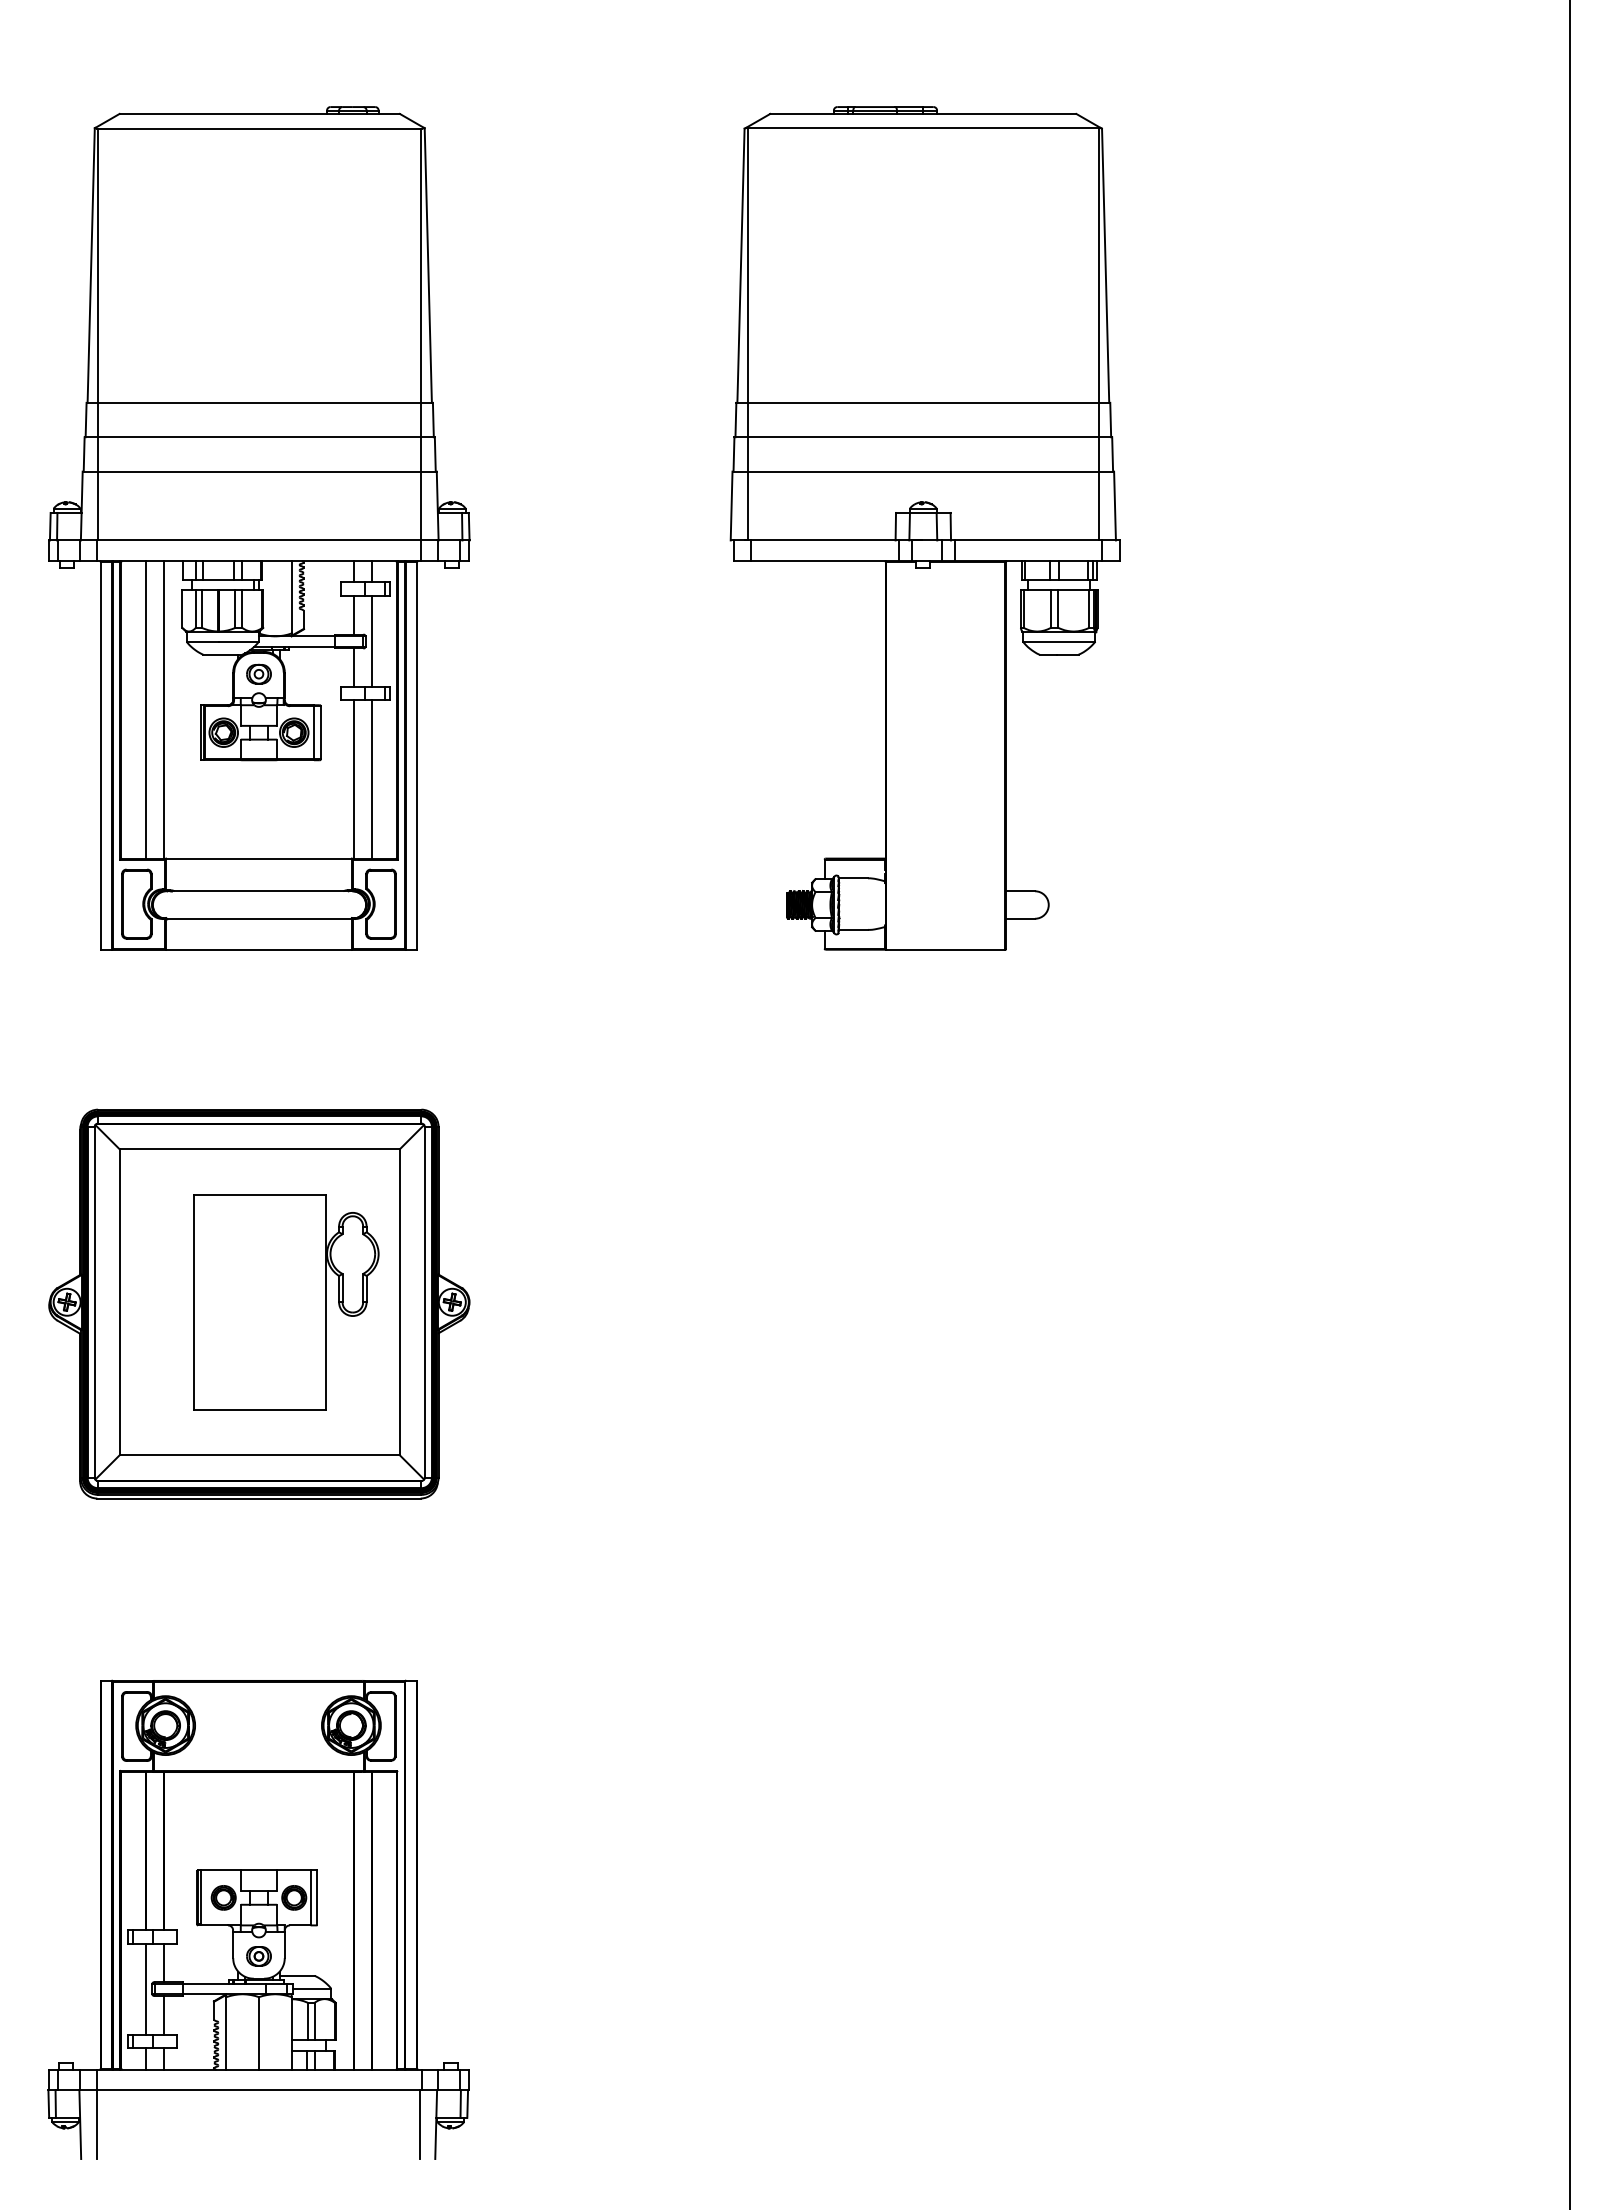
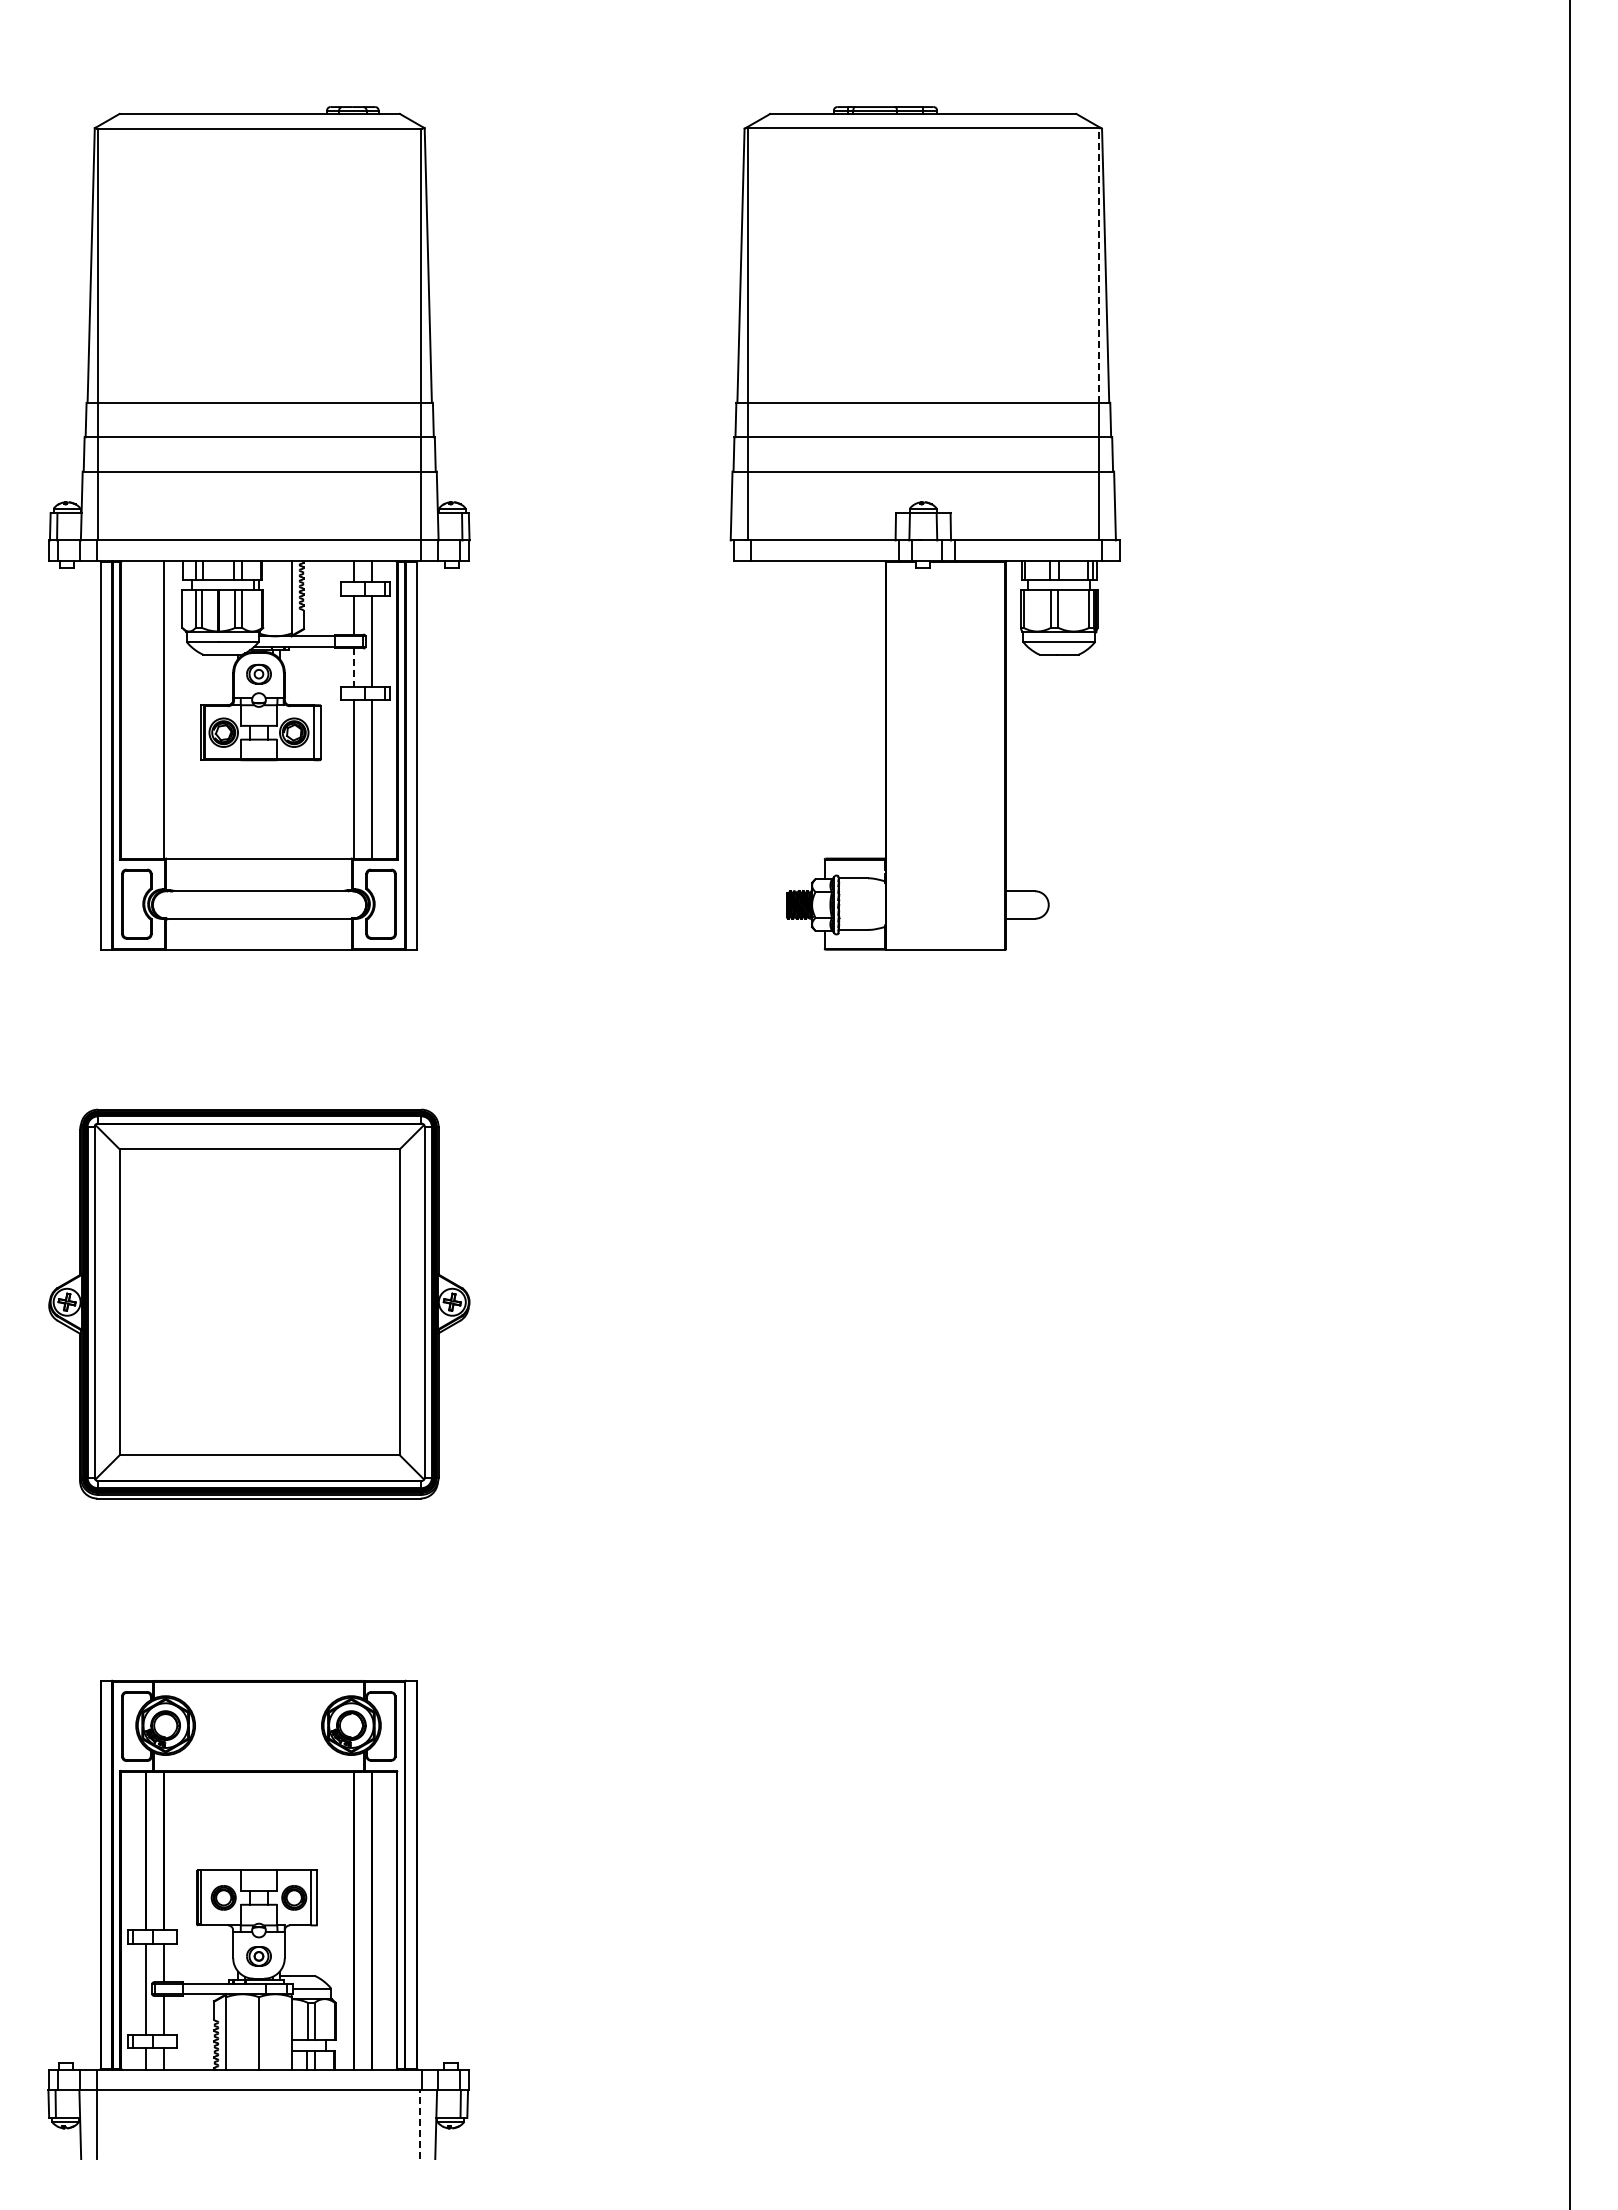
line at (1098, 265): solid -> dashed
line at (353, 668): solid -> dashed
line at (146, 709): present -> none
part at (286, 1302): present -> none
line at (419, 2124): solid -> dashed
